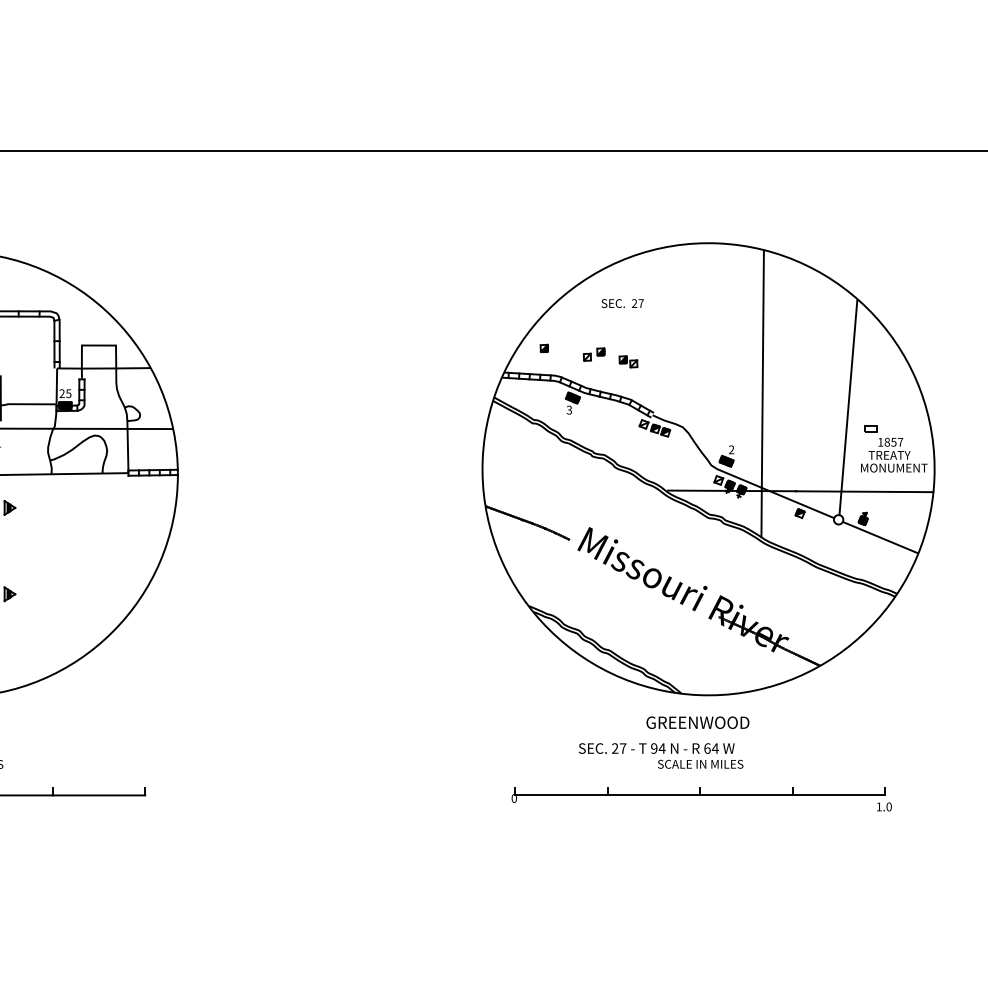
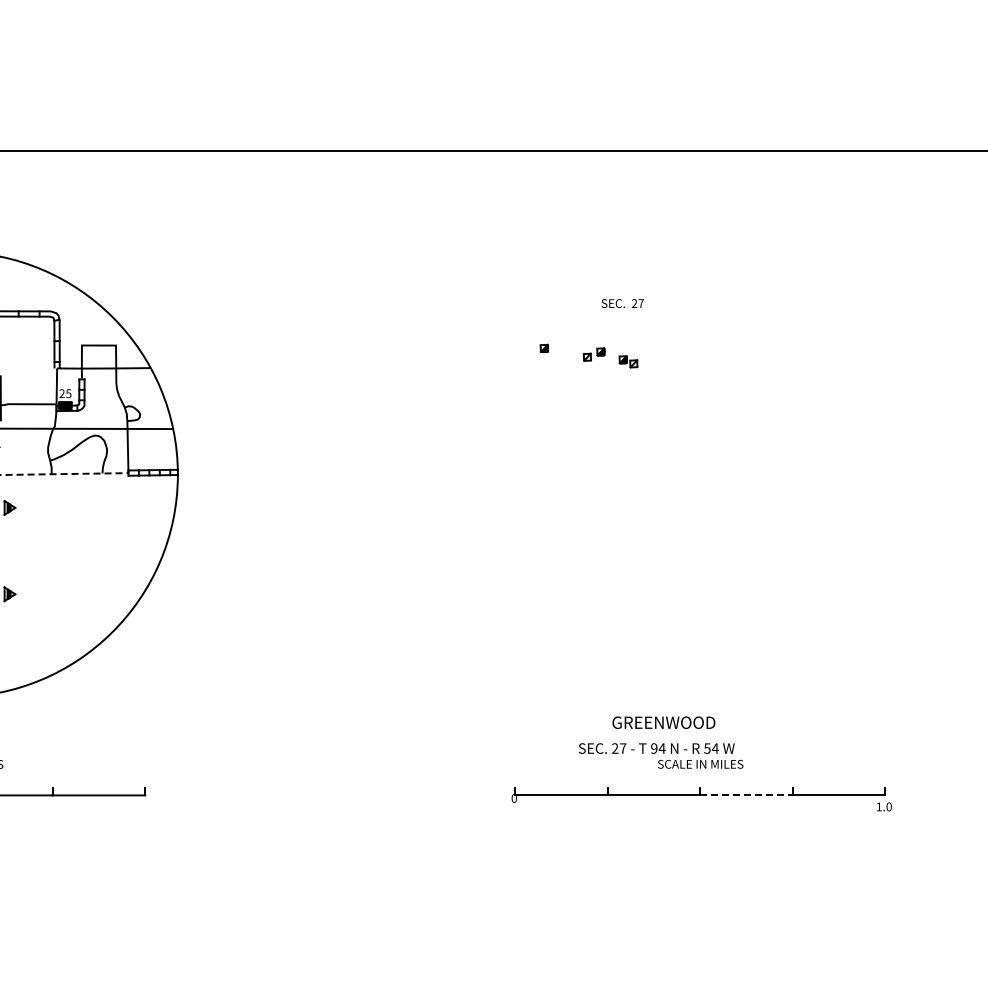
part at (708, 469): present -> none
line at (64, 474): solid -> dashed
text at (697, 722) position: (697, 722) -> (663, 722)
text at (707, 748): 64 -> 54
line at (747, 795): solid -> dashed
